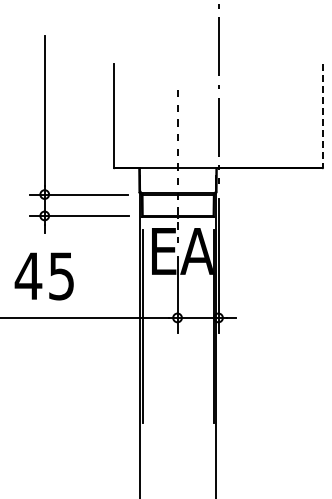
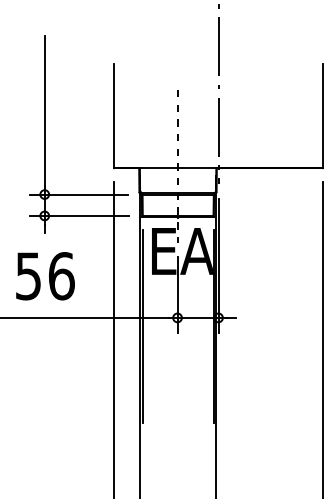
line at (323, 115): dashed -> solid
text at (44, 276): 45 -> 56
line at (113, 338): none -> present
line at (323, 338): none -> present
